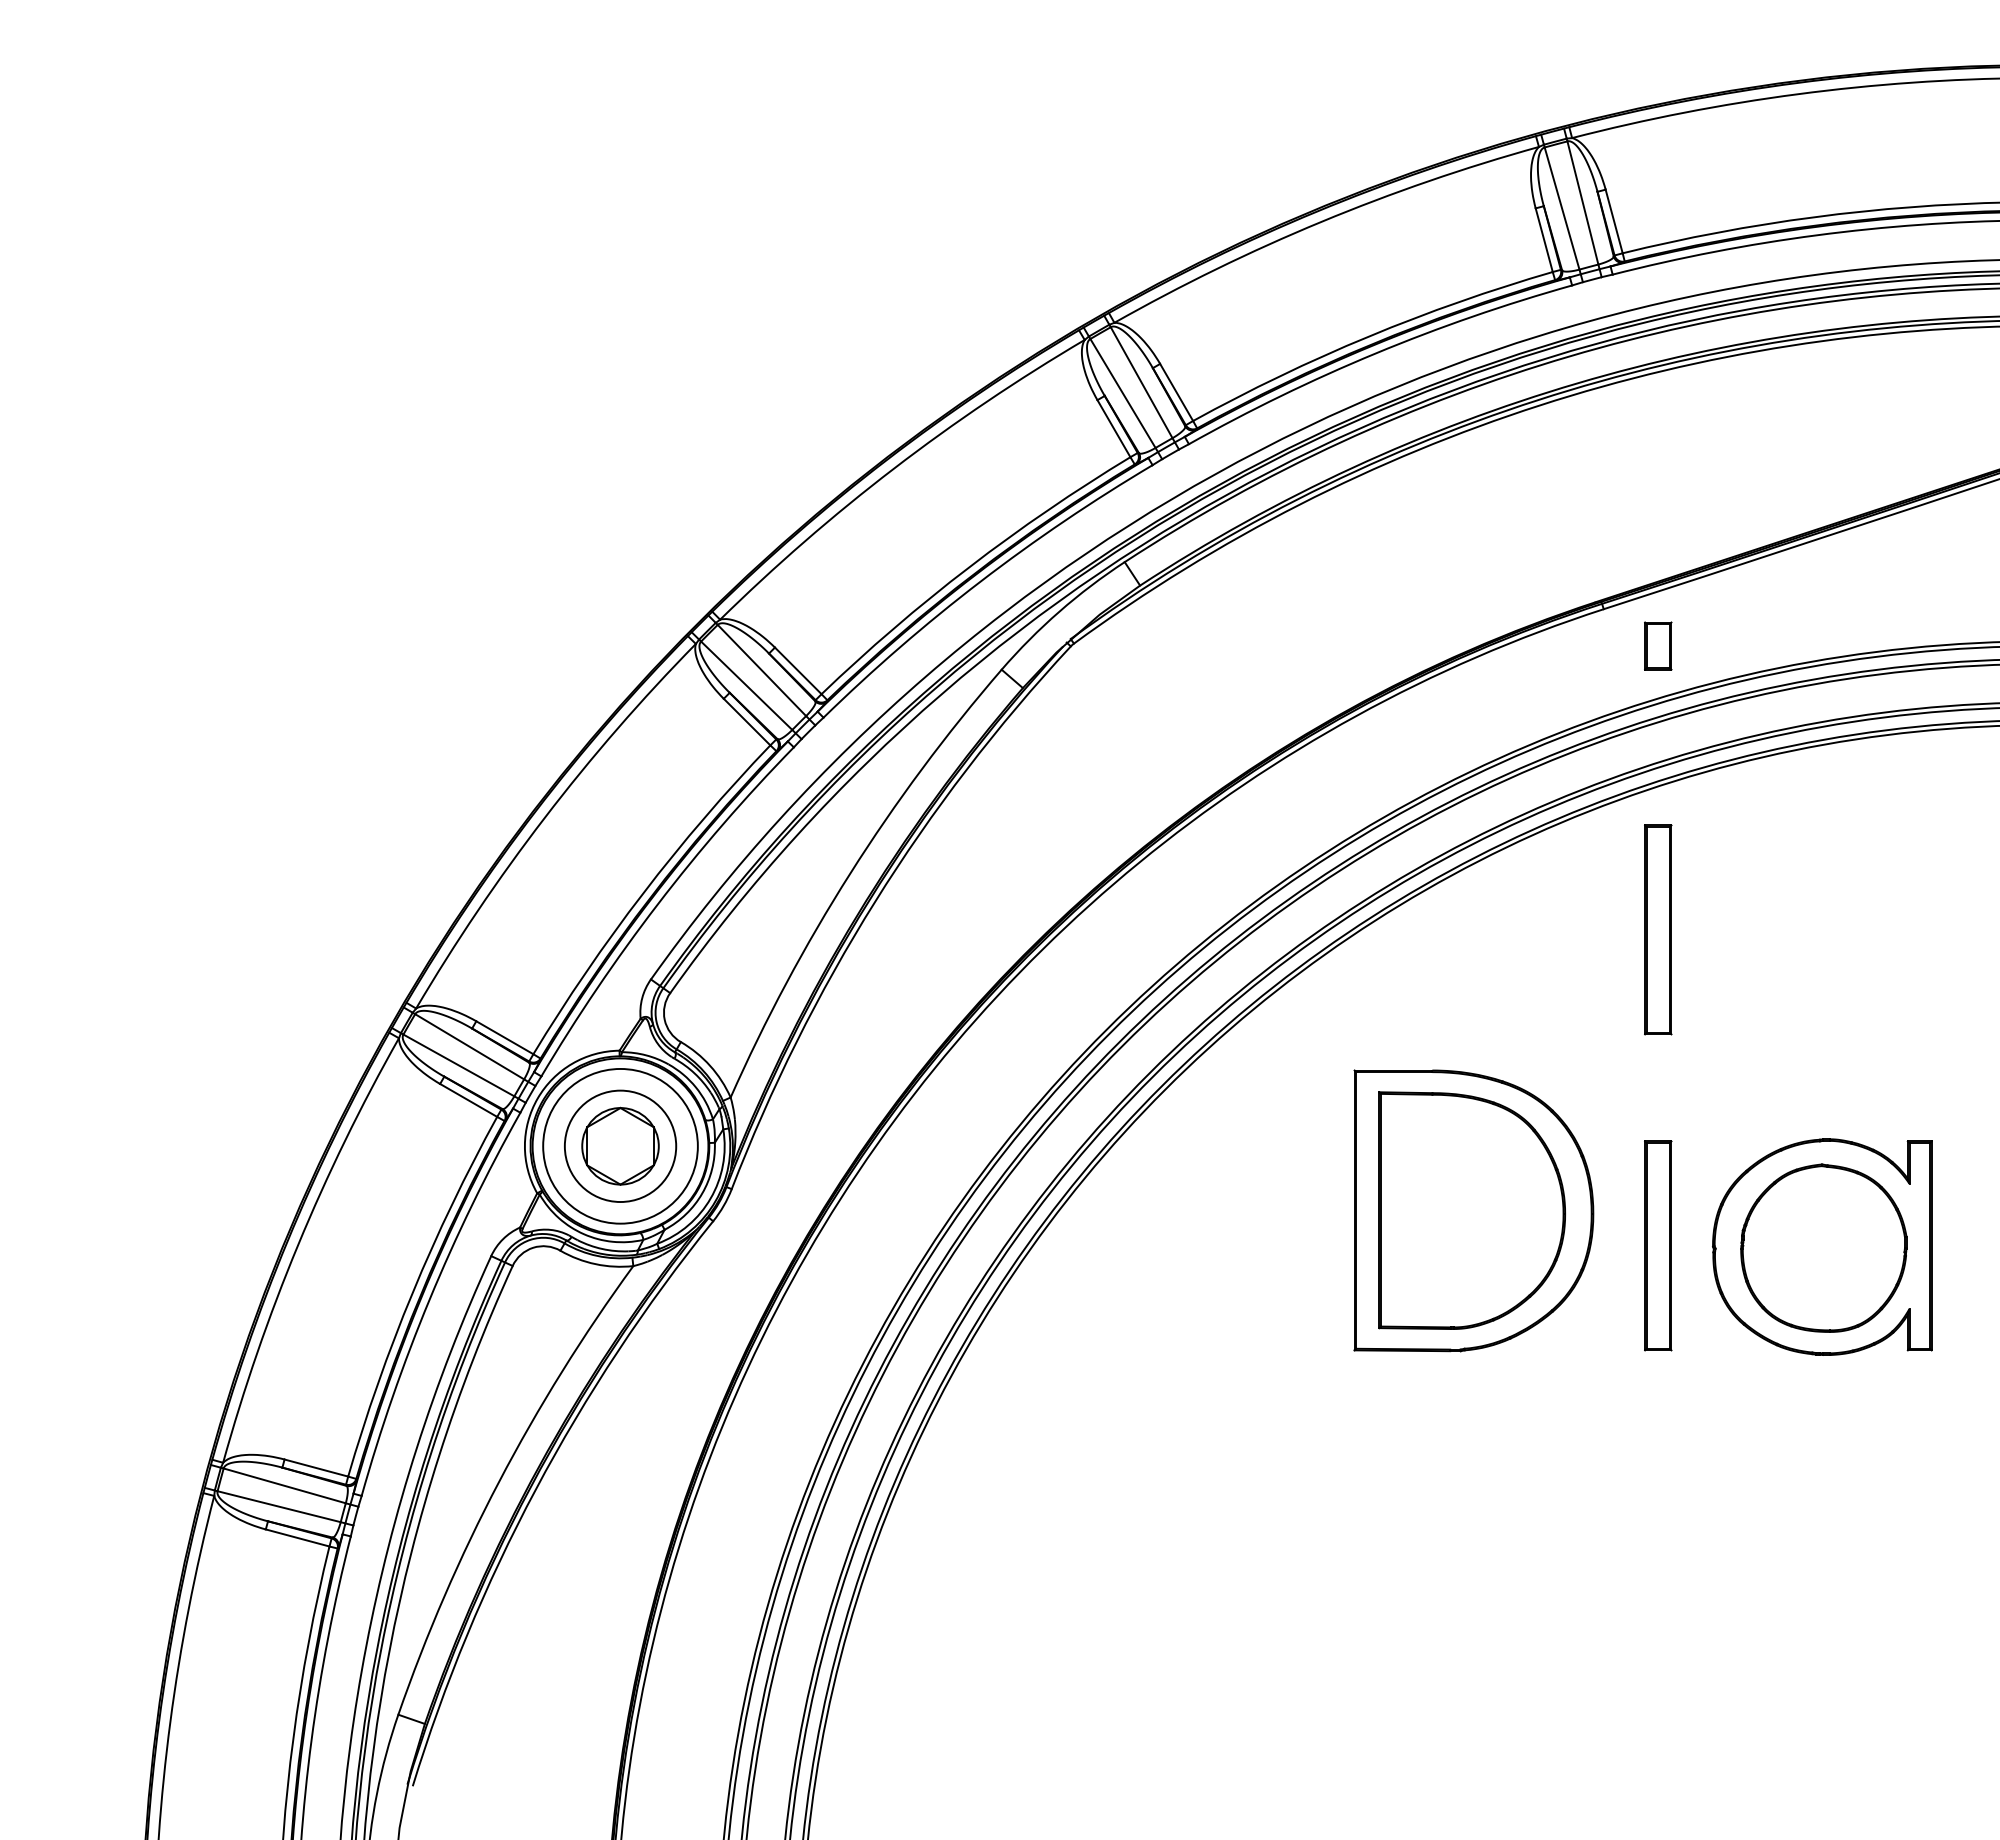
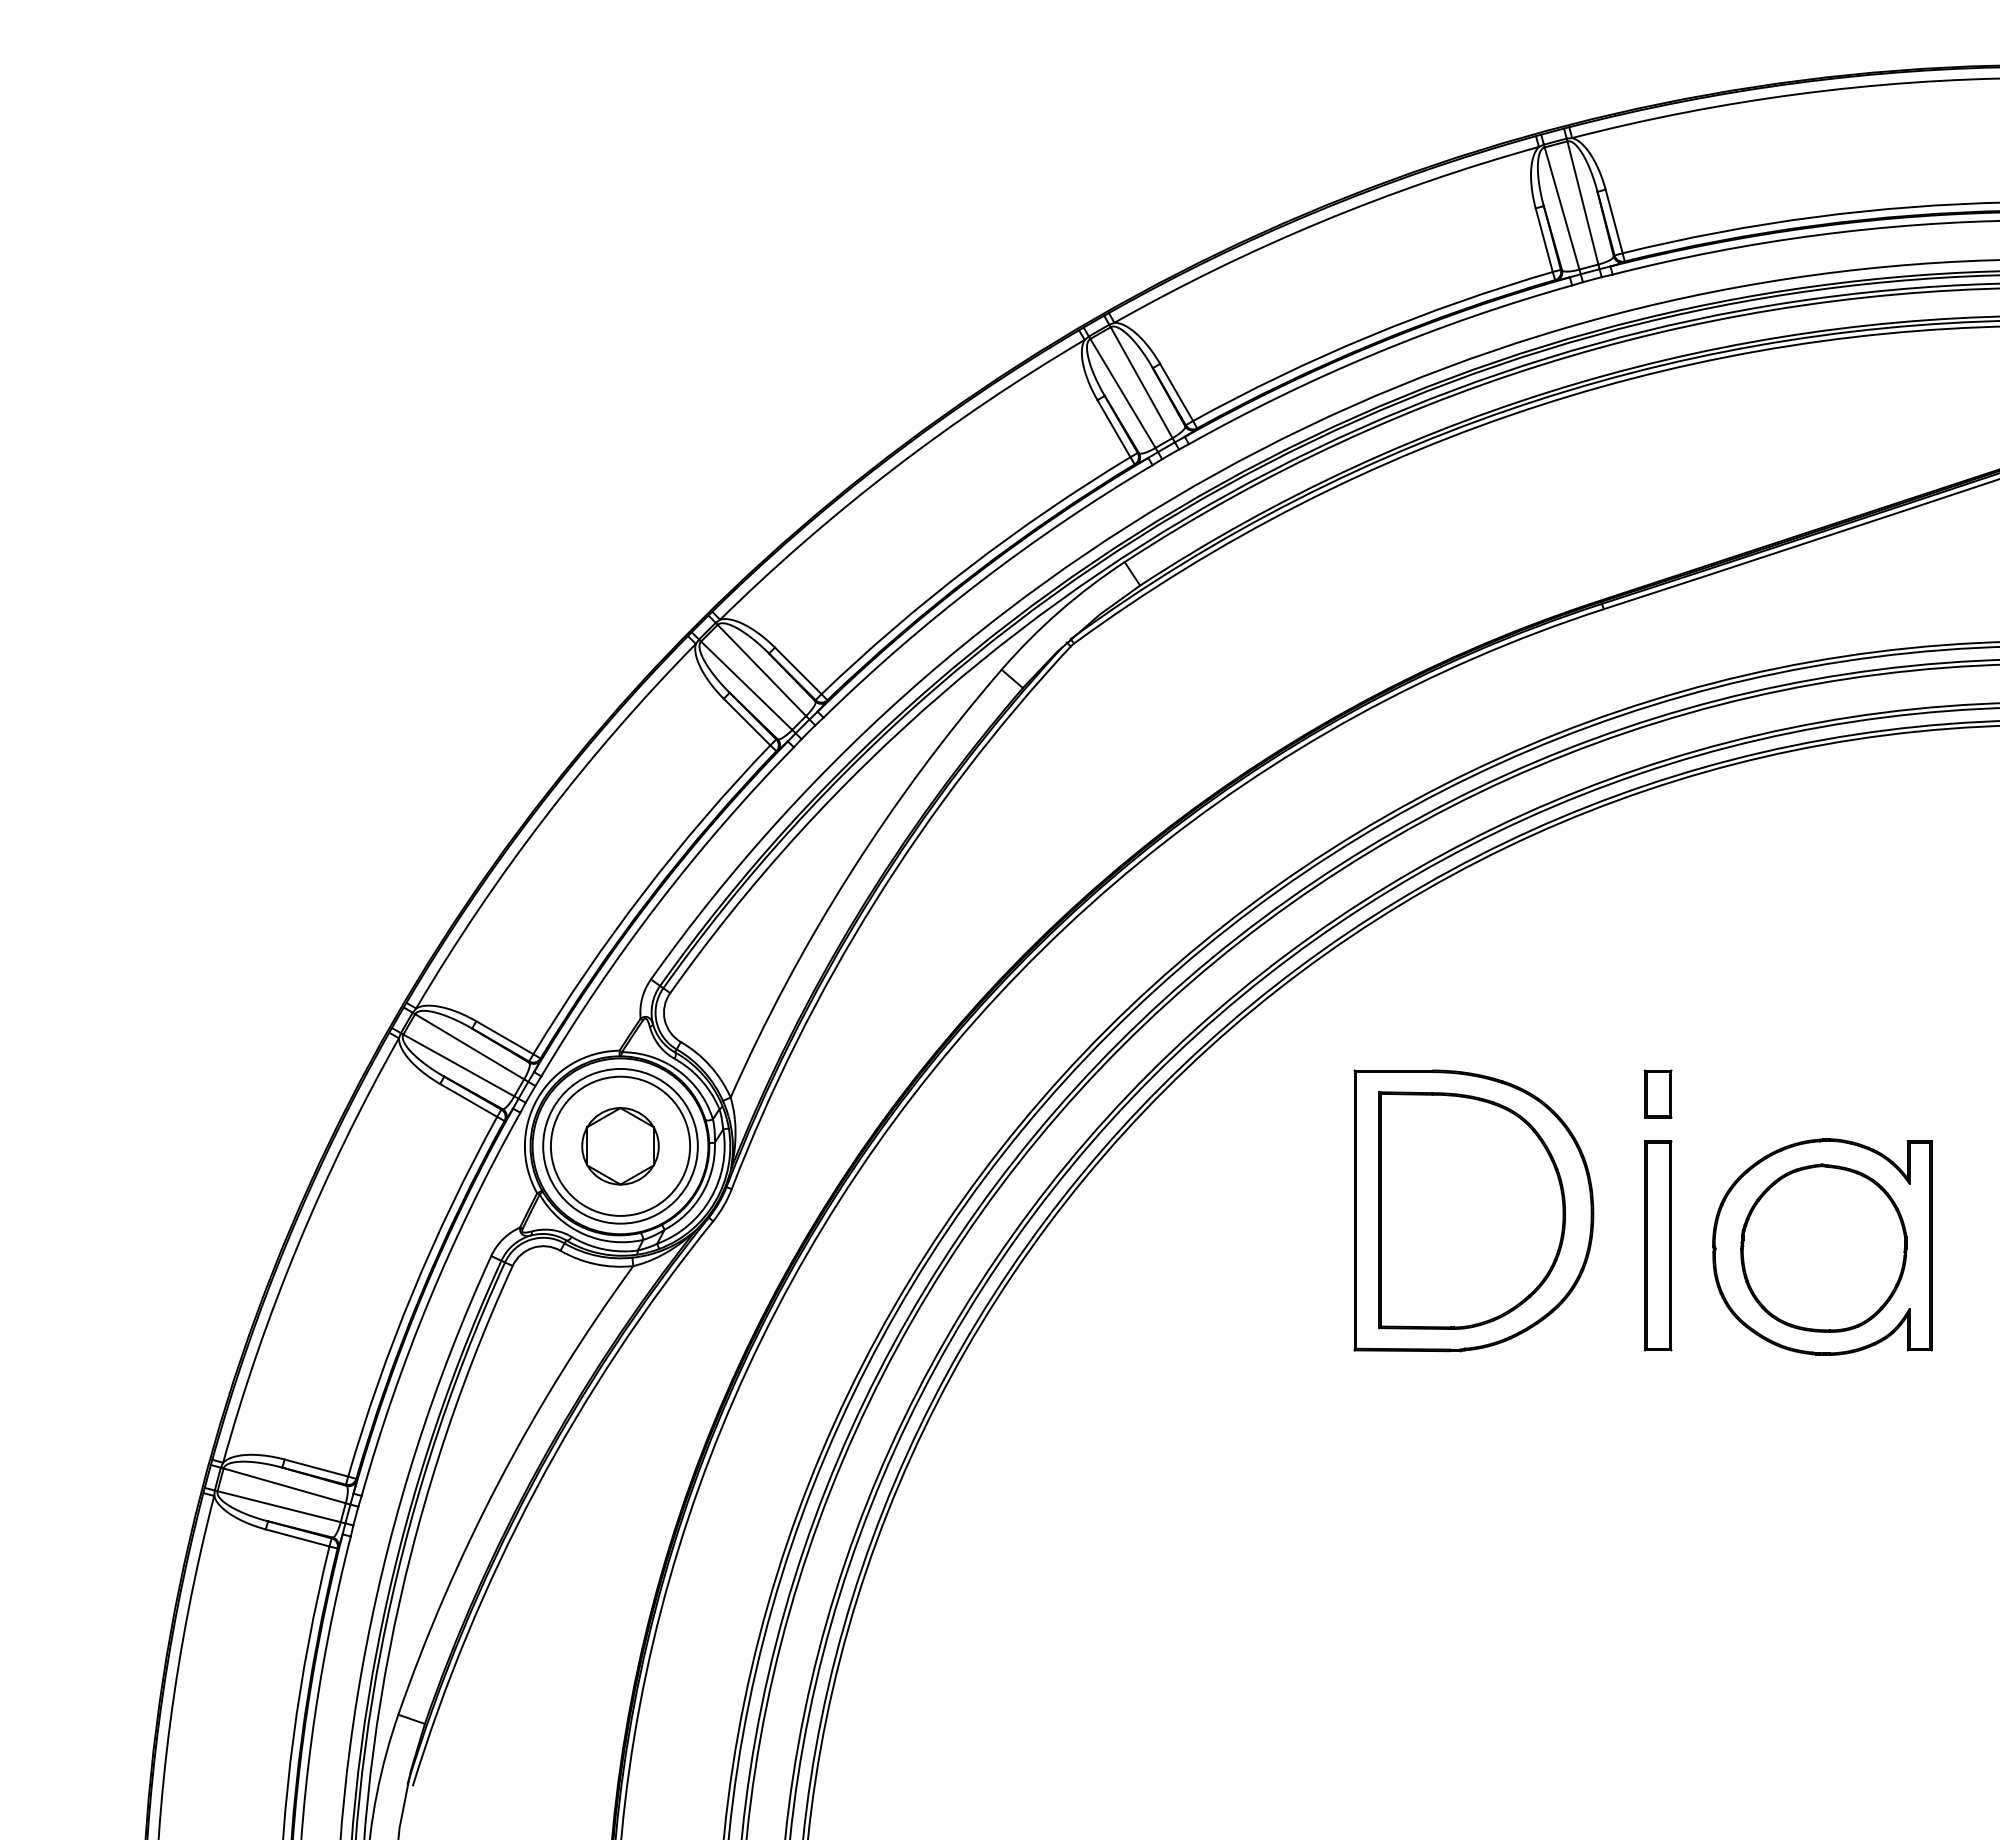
part at (1658, 645) position: (1658, 645) -> (1658, 1093)
part at (1658, 929): present -> none
circle at (620, 1146) diameter: 111 px -> 139 px
